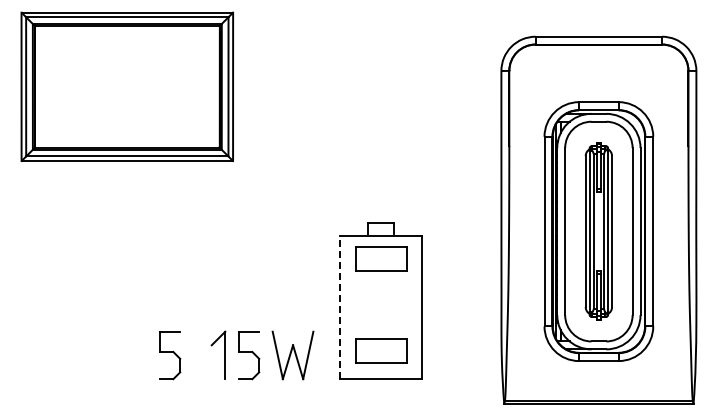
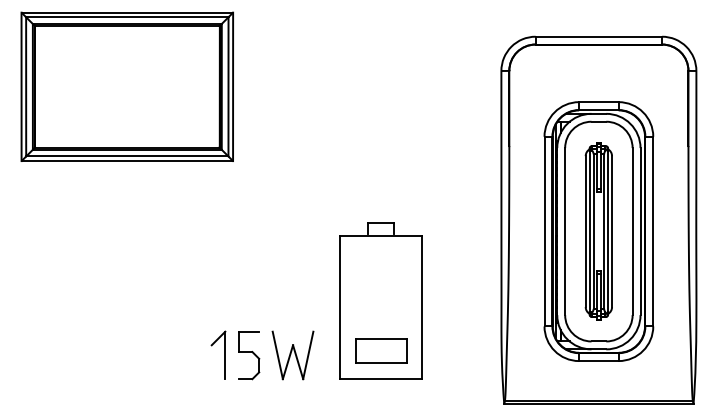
part at (381, 258): present -> none
line at (339, 307): dashed -> solid
part at (170, 355): present -> none
